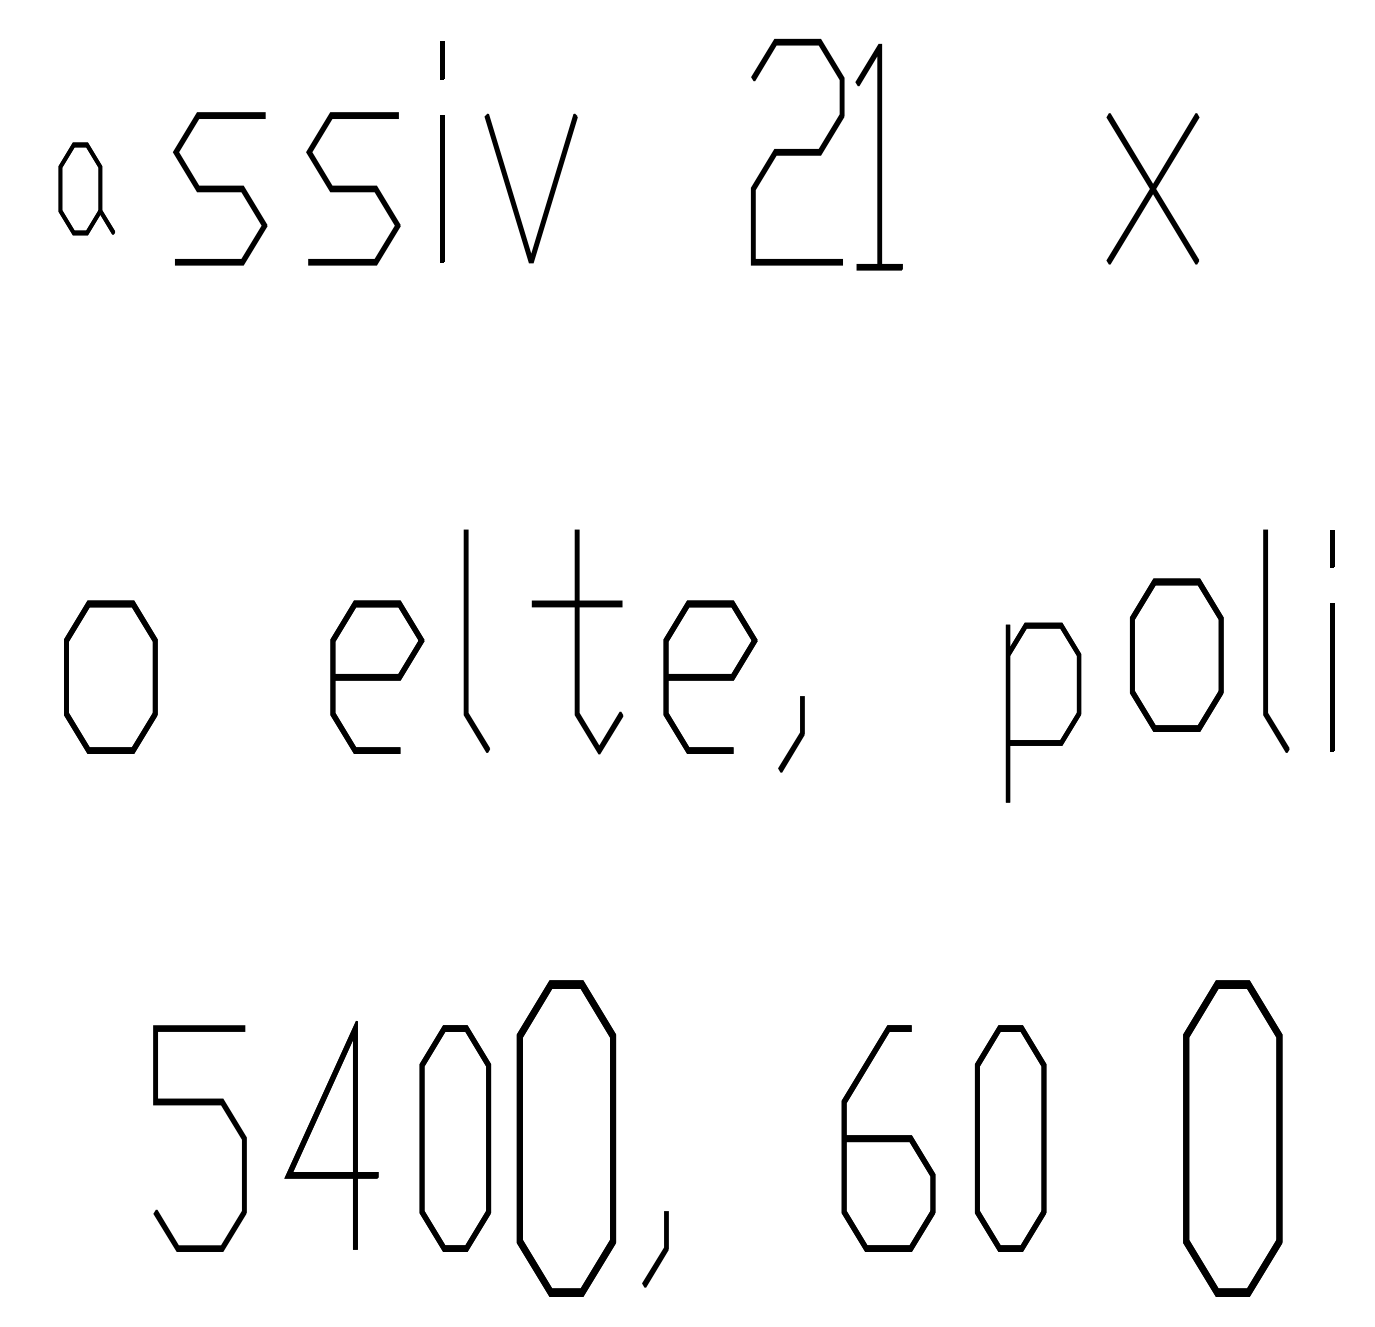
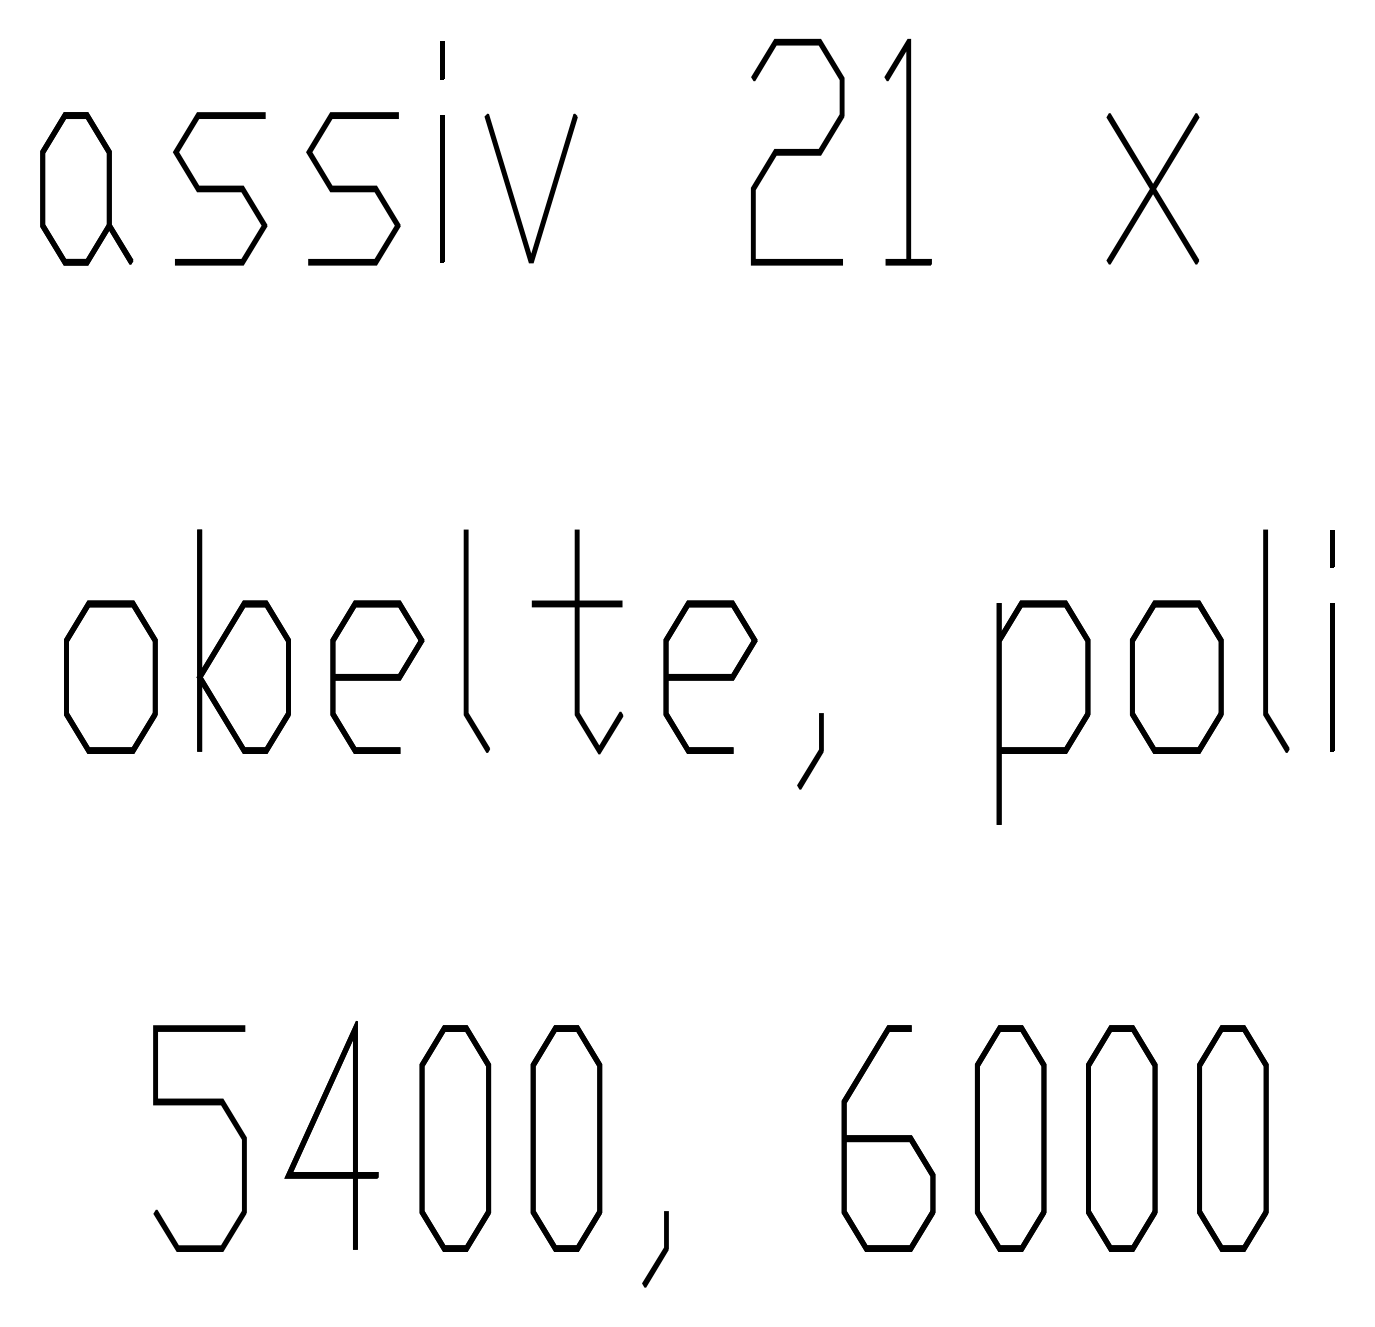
part at (878, 156) position: (878, 156) -> (907, 151)
part at (86, 188) size: 57x94 px -> 94x154 px
part at (243, 641): none -> present
part at (1176, 654) position: (1176, 654) -> (1176, 676)
part at (1043, 712) size: 77x181 px -> 95x225 px
part at (797, 736) position: (797, 736) -> (816, 753)
part at (566, 1138) size: 101x317 px -> 73x227 px
part at (1121, 1138): none -> present
part at (1232, 1138) size: 100x317 px -> 72x227 px
